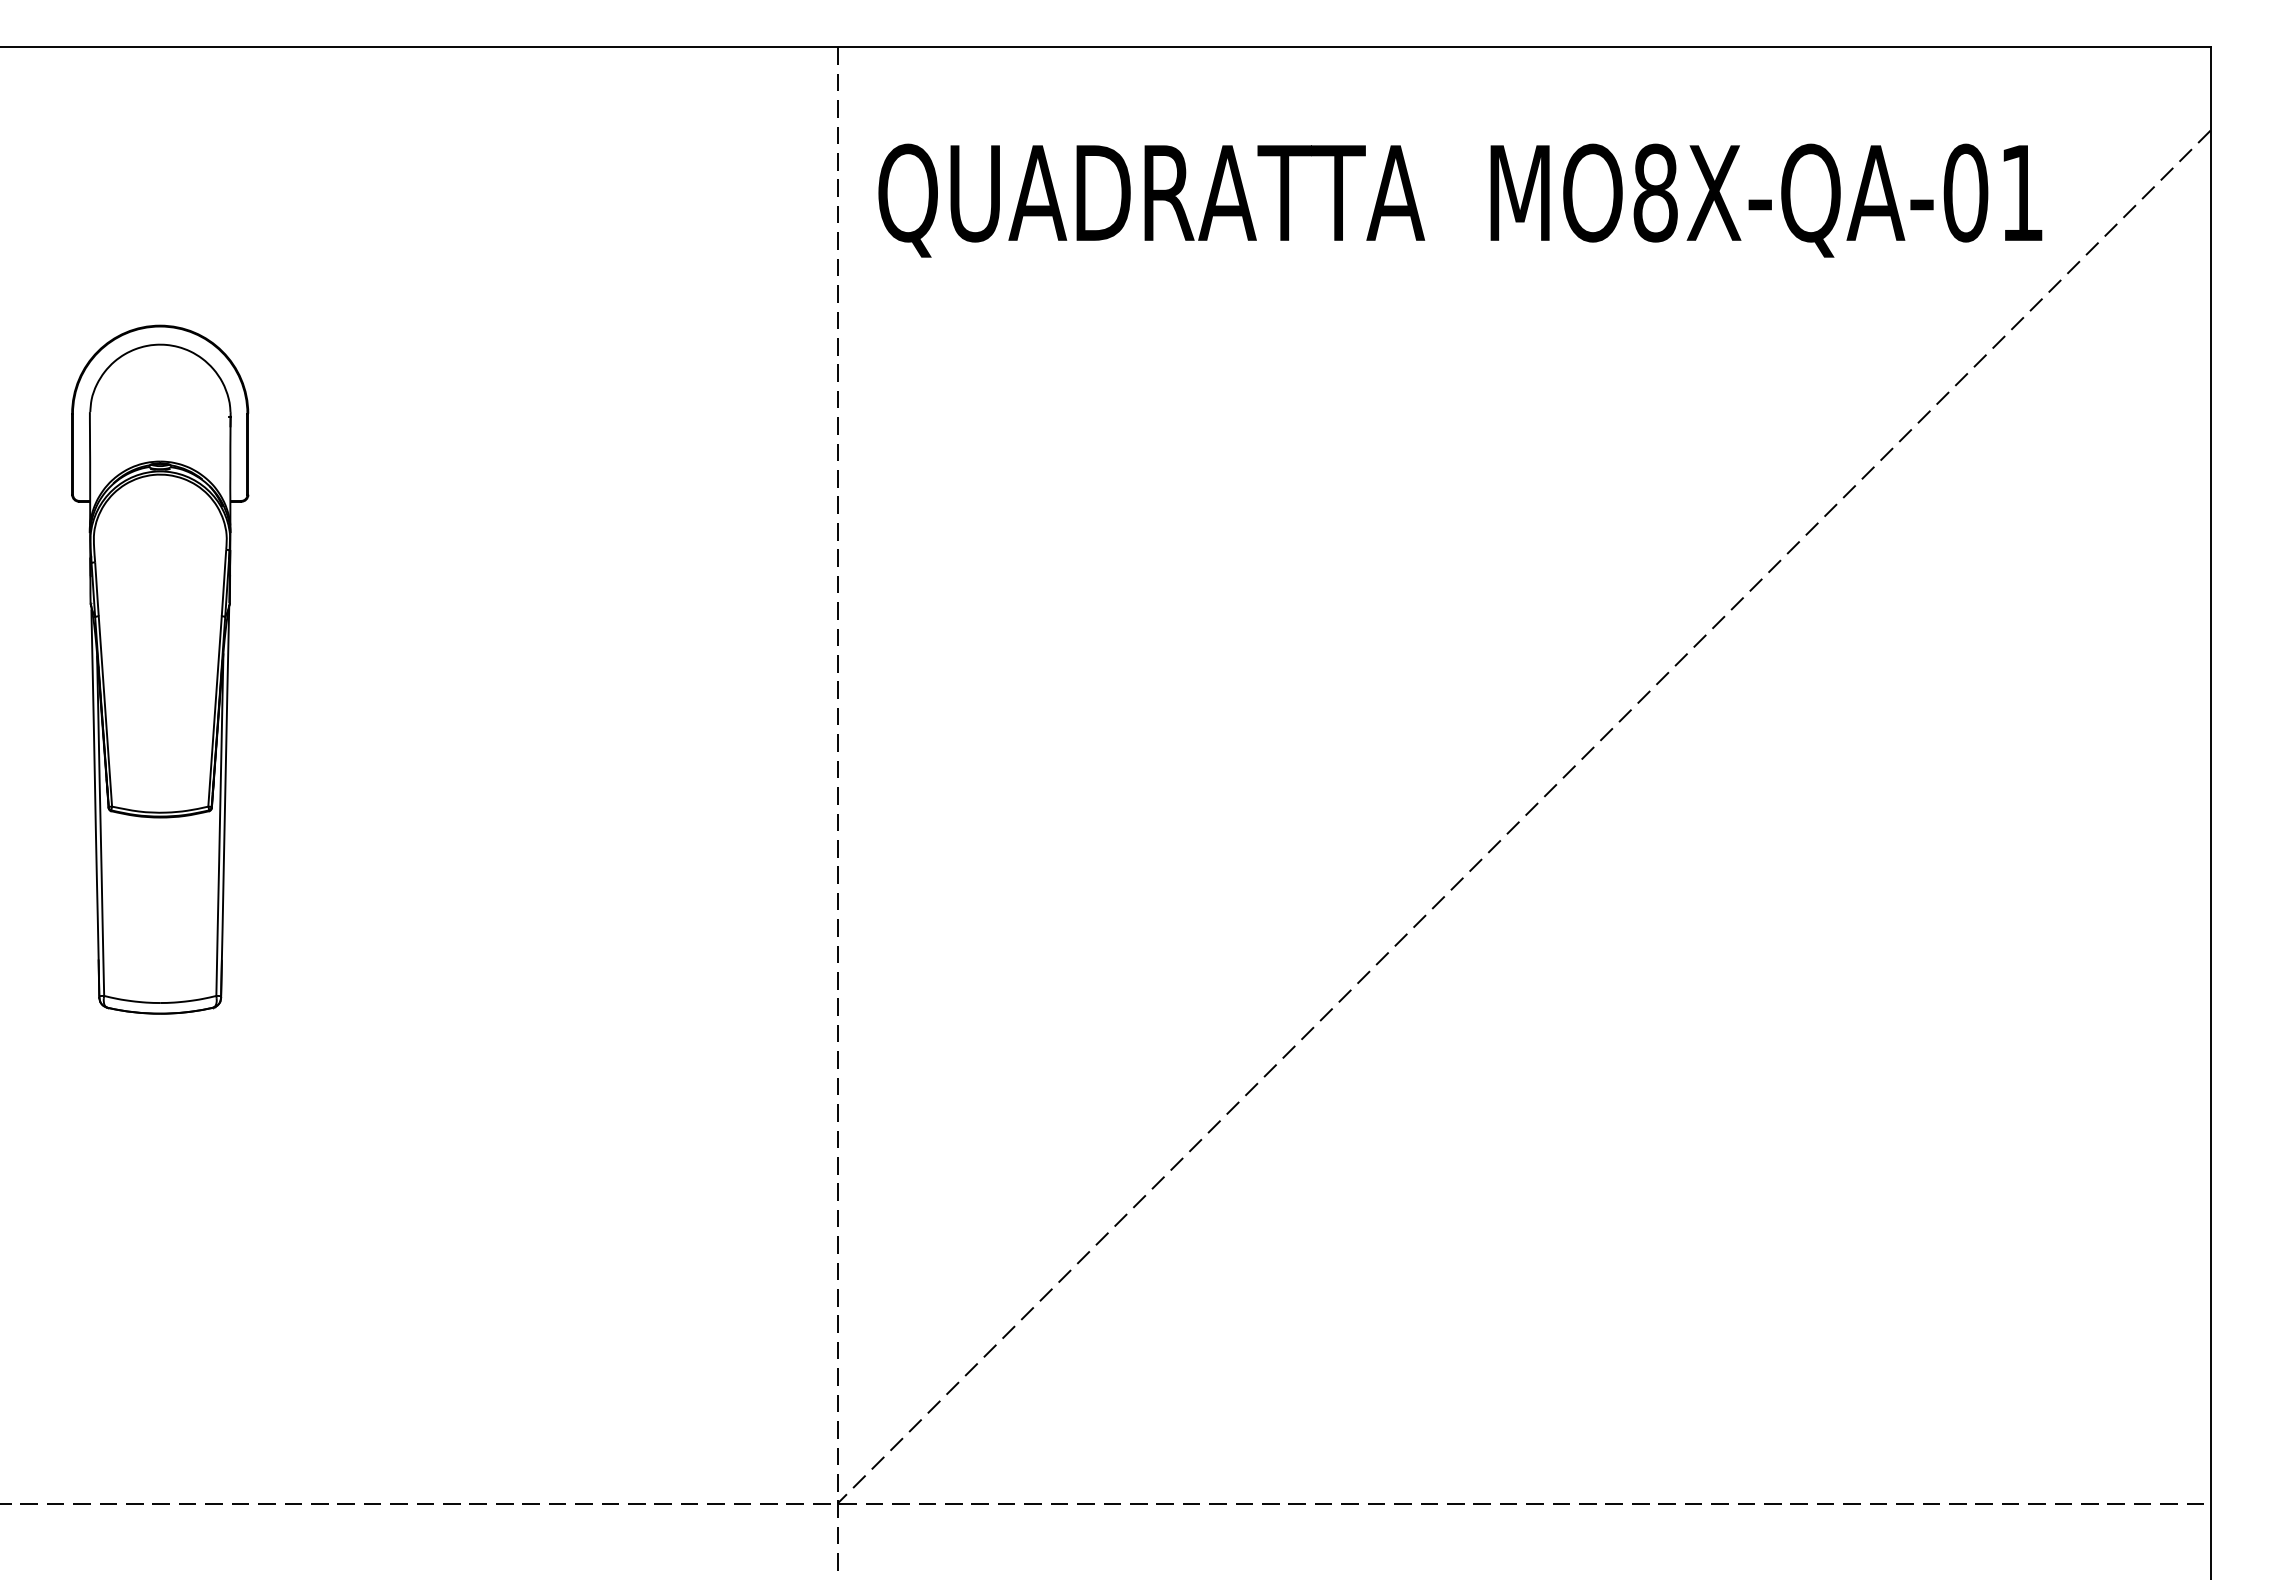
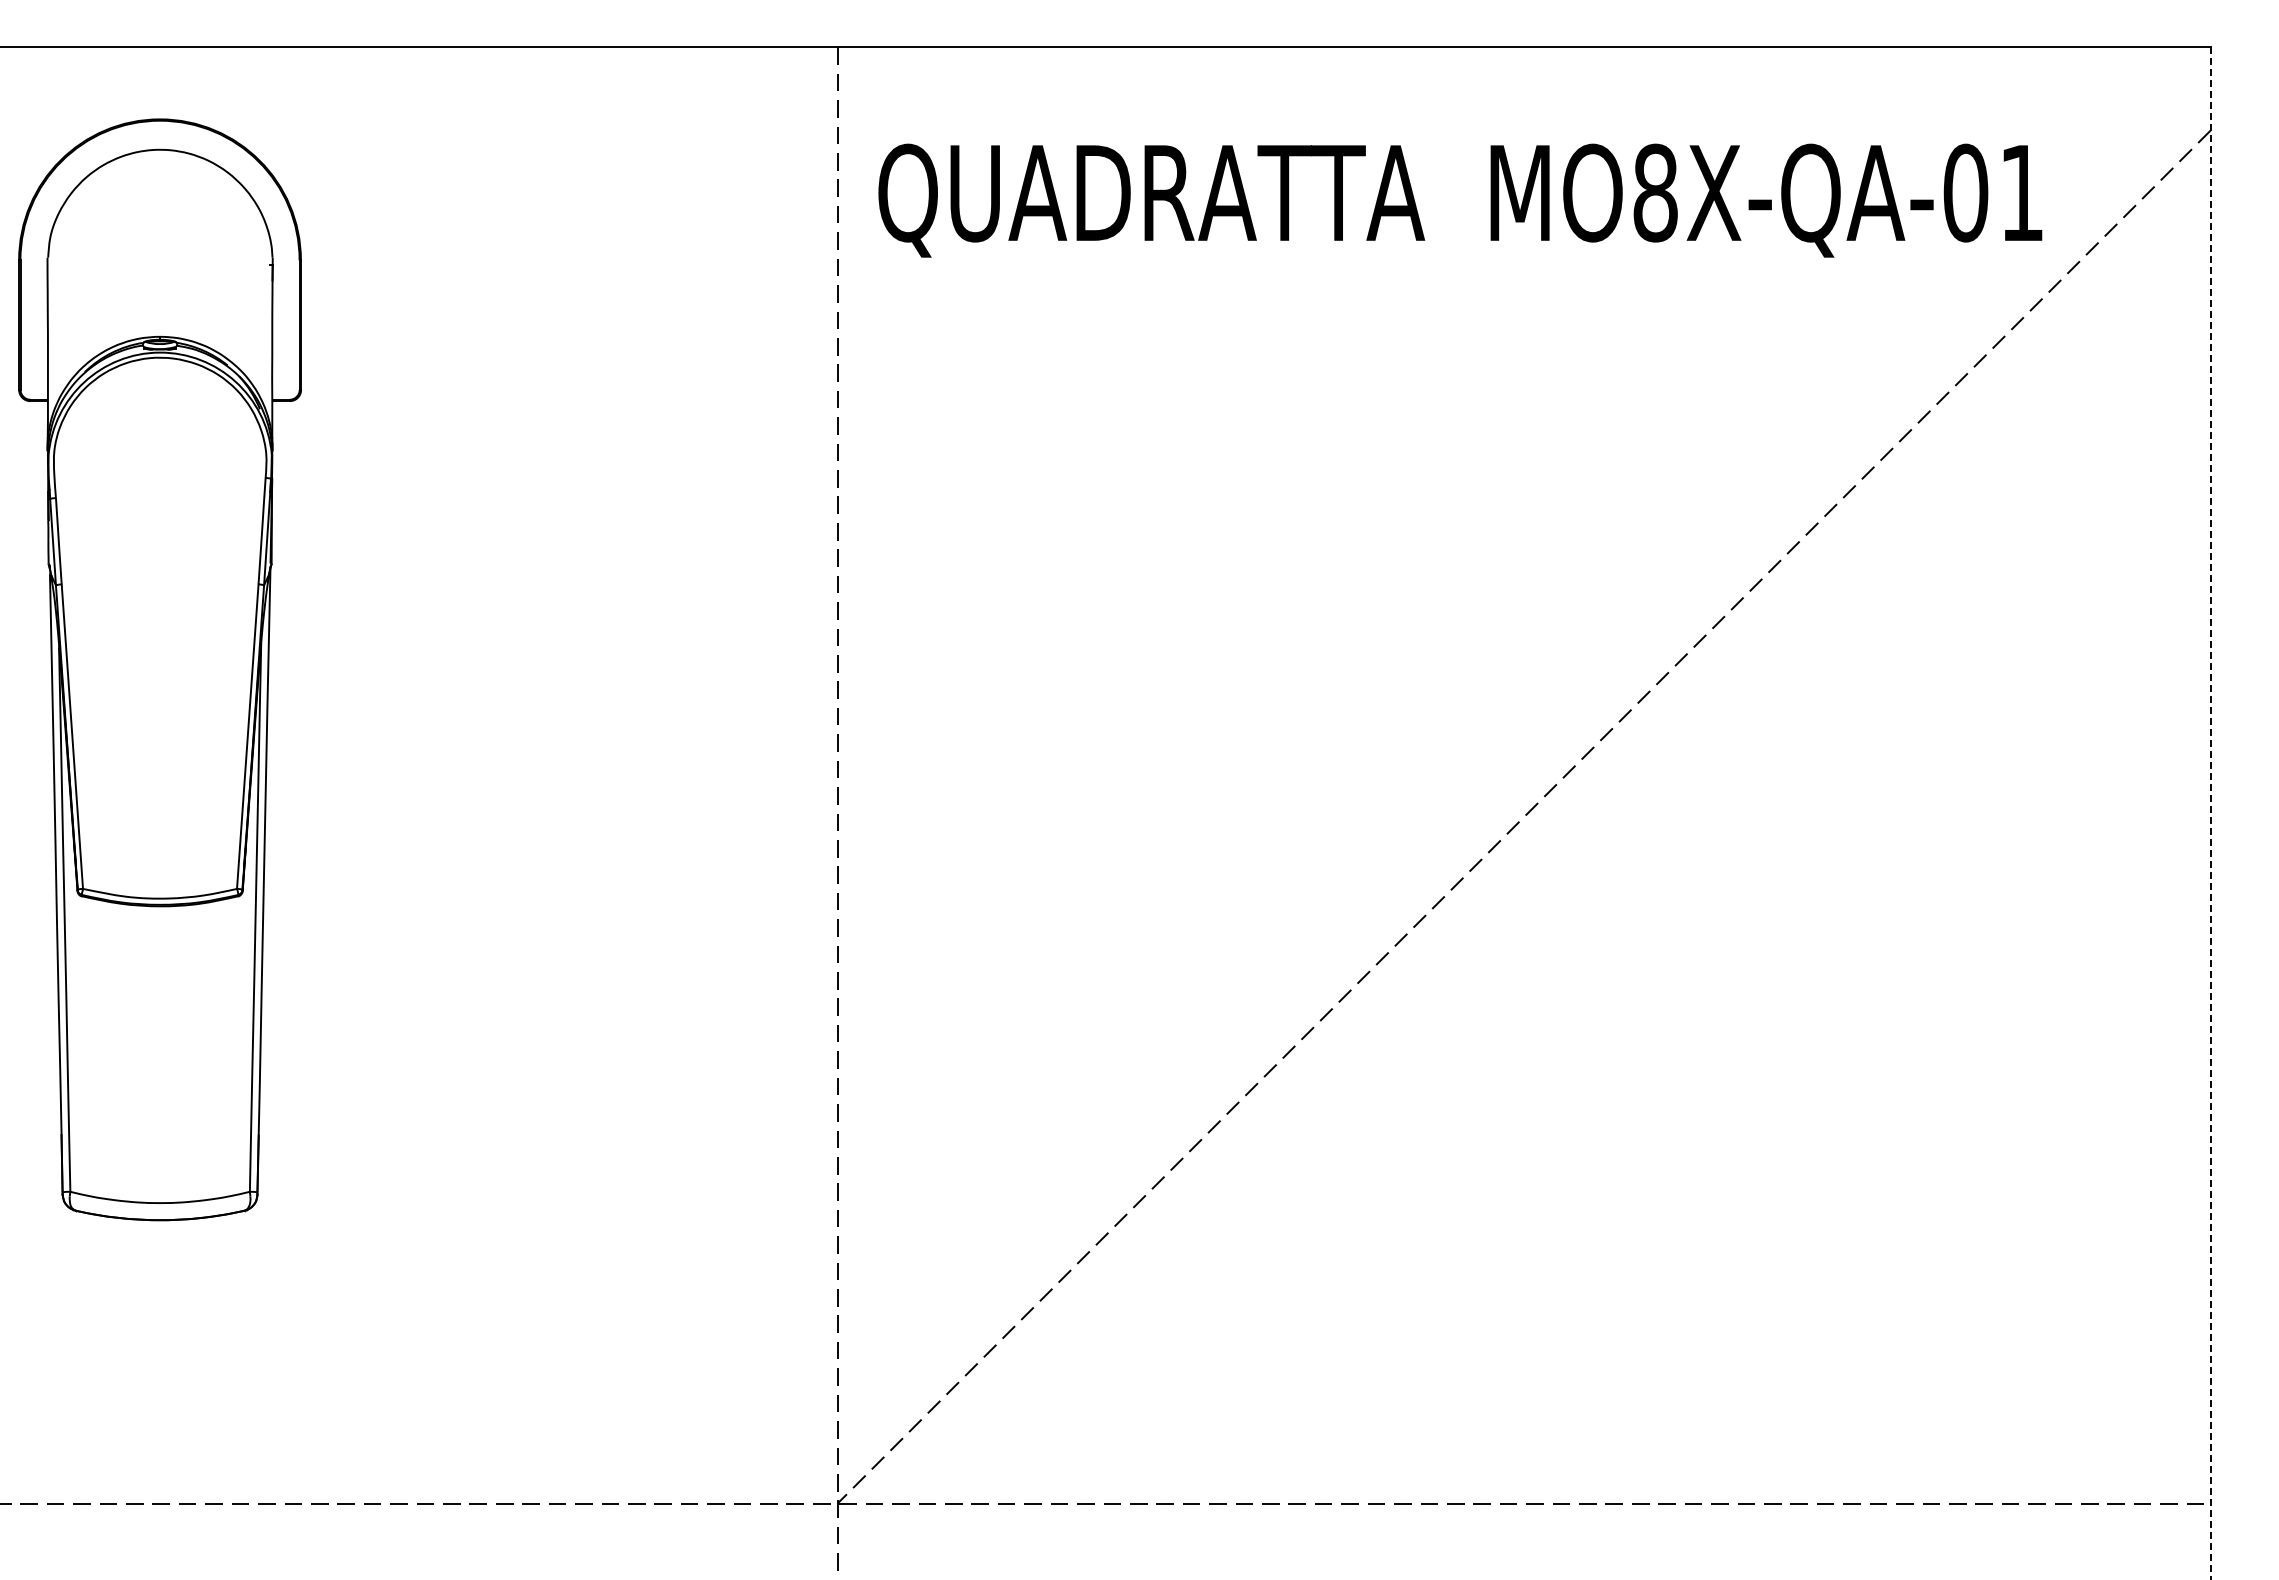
part at (160, 669) size: 179x691 px -> 284x1104 px
line at (2210, 813): solid -> dashed
